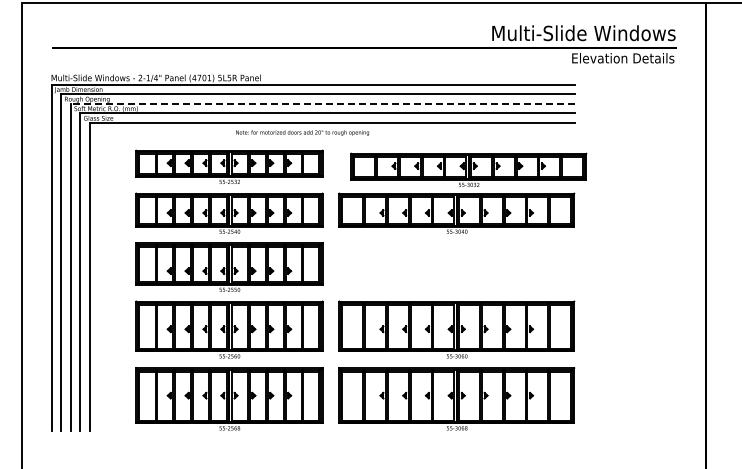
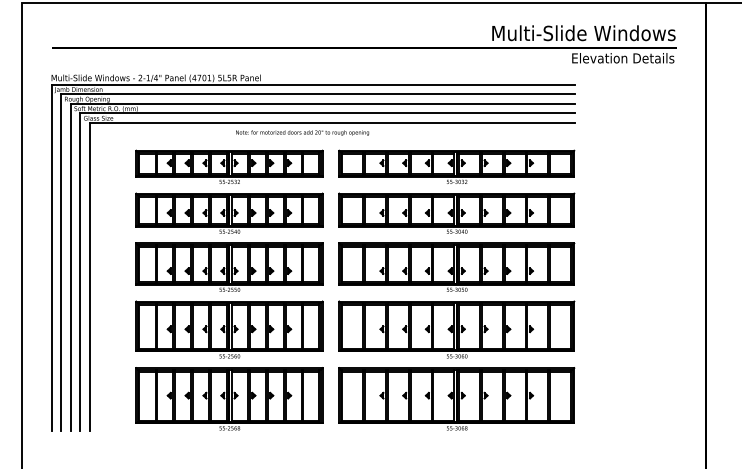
line at (322, 103): dashed -> solid
part at (468, 169) position: (468, 169) -> (456, 166)
part at (456, 266): none -> present
